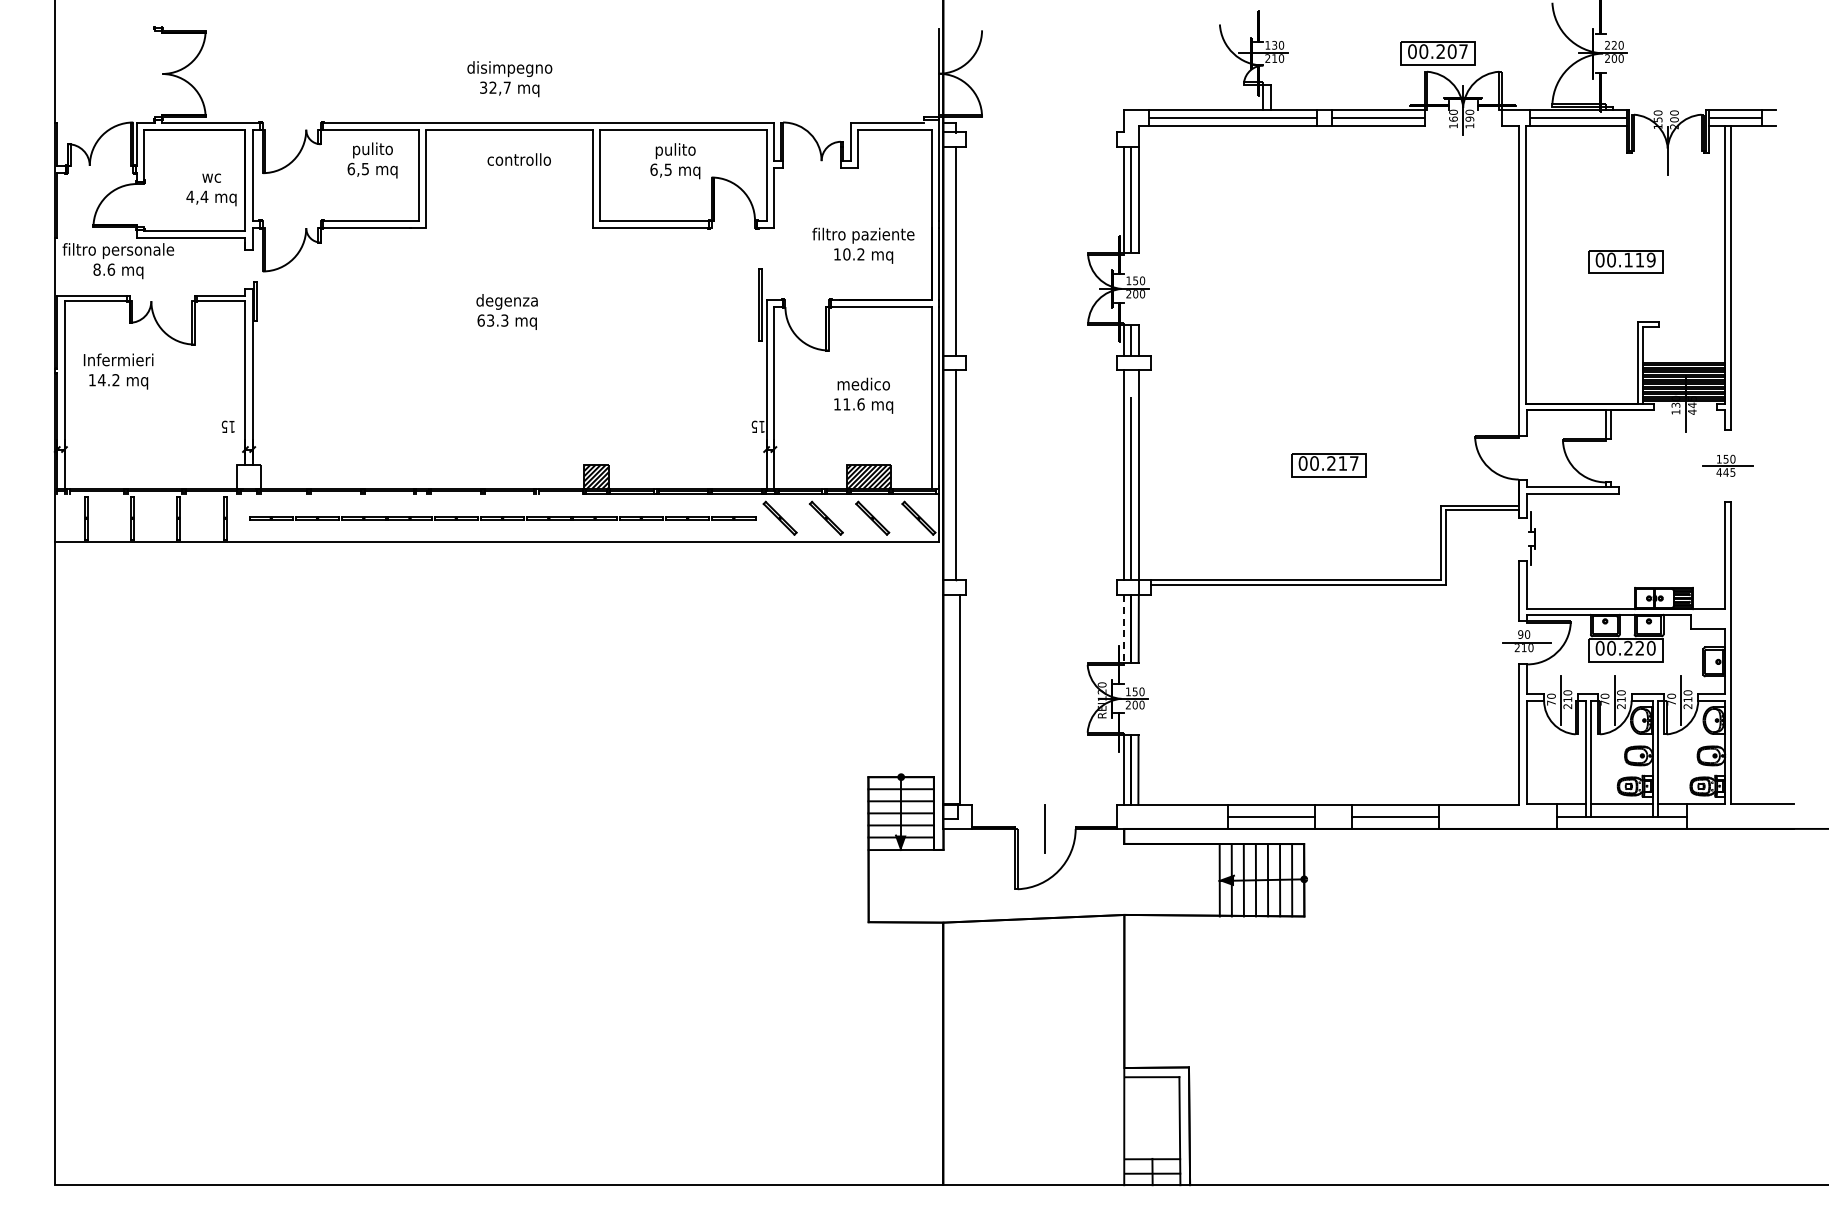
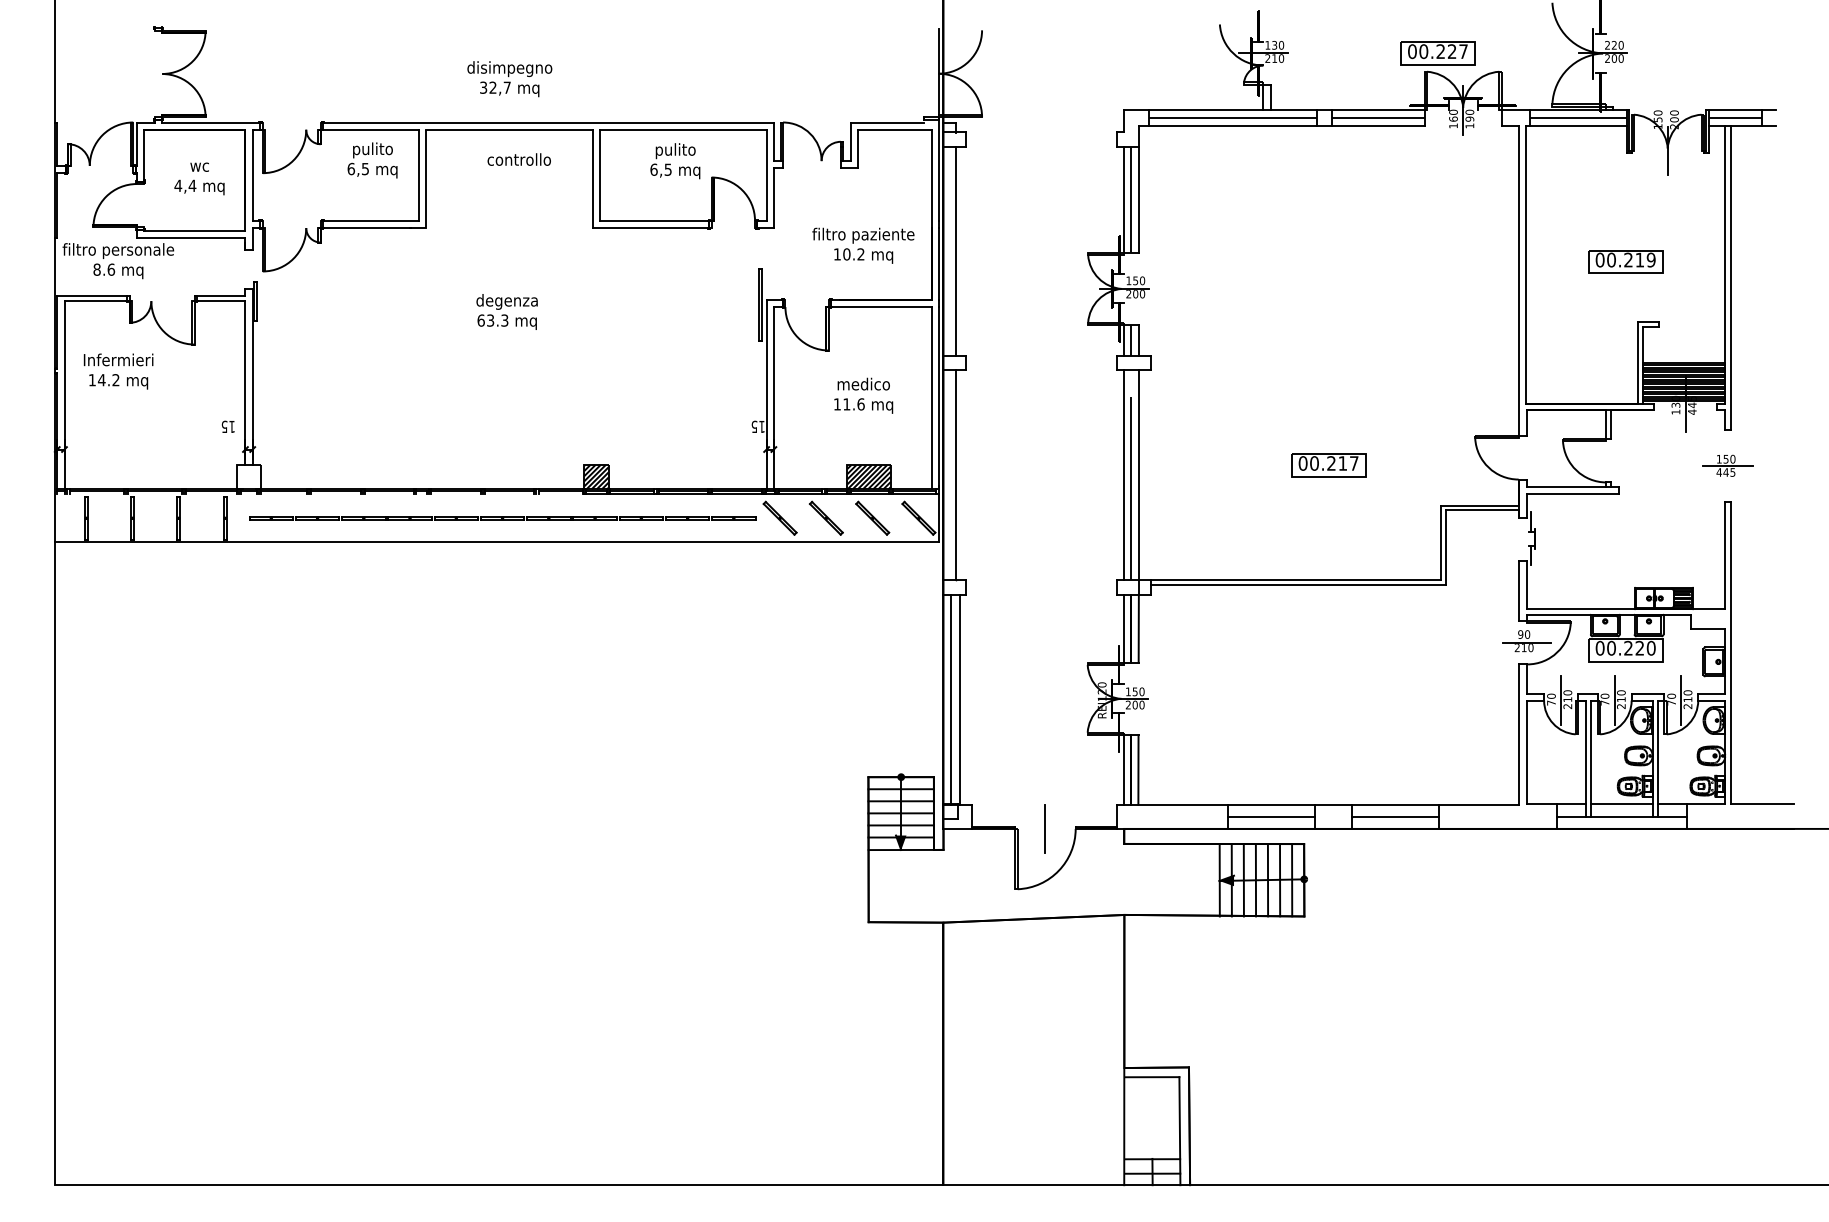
text at (1451, 51): 00.207 -> 00.227
text at (211, 189) position: (211, 189) -> (199, 178)
text at (1628, 259): 00.119 -> 00.219
line at (1124, 628): dashed -> solid
line at (951, 699): none -> present
